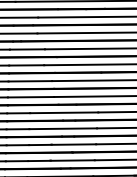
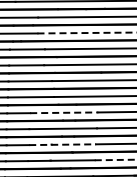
line at (87, 33): solid -> dashed
line at (64, 112): solid -> dashed
line at (63, 144): solid -> dashed
line at (115, 159): solid -> dashed
